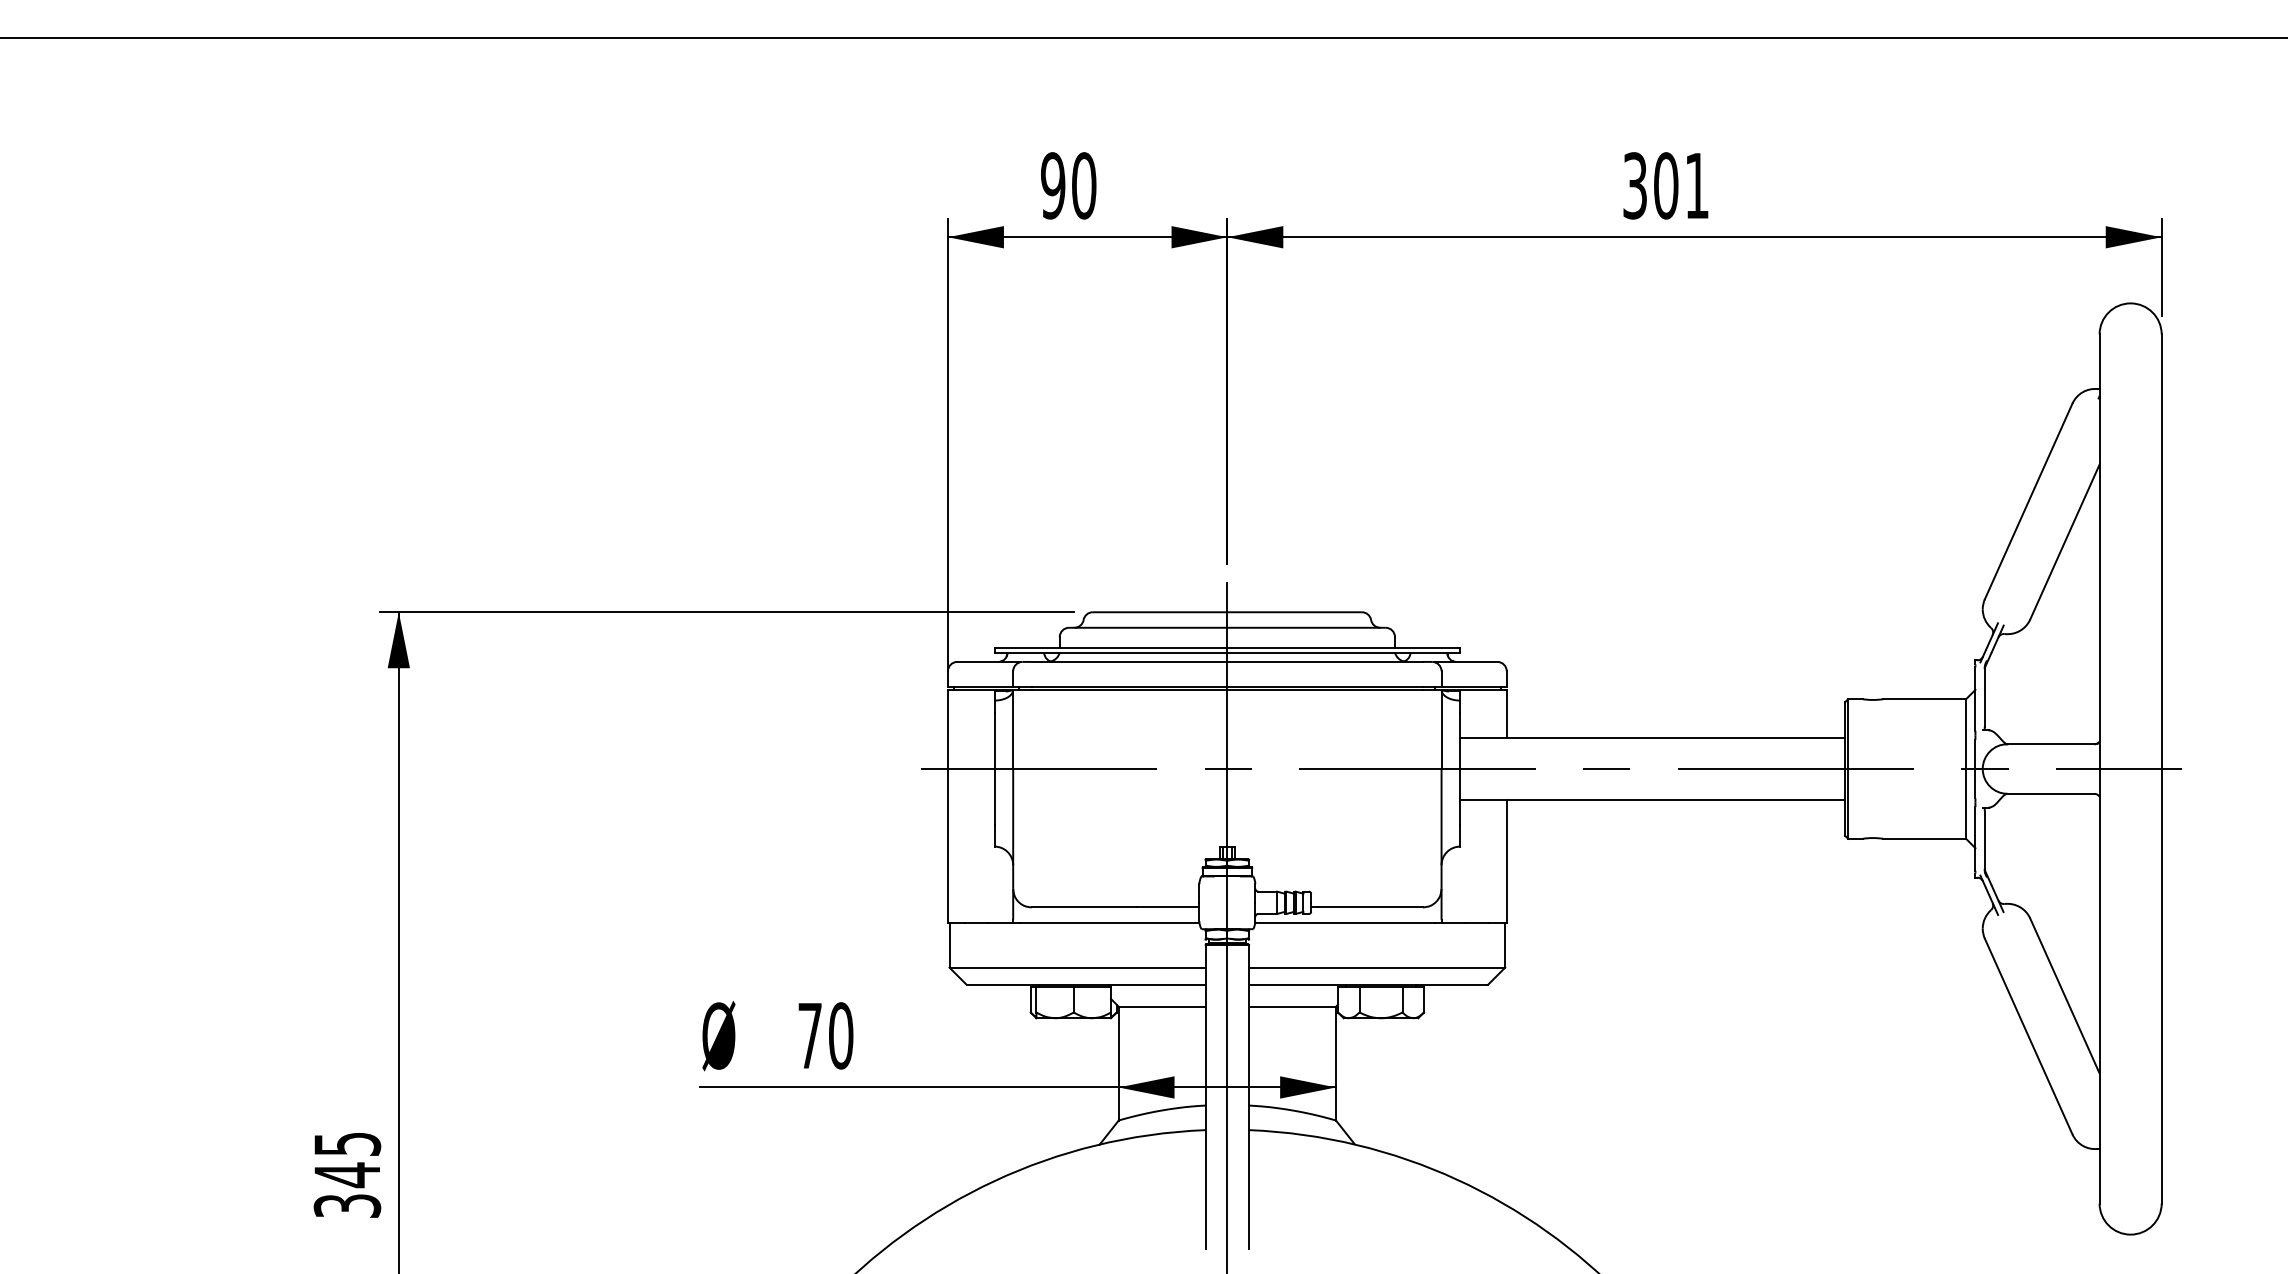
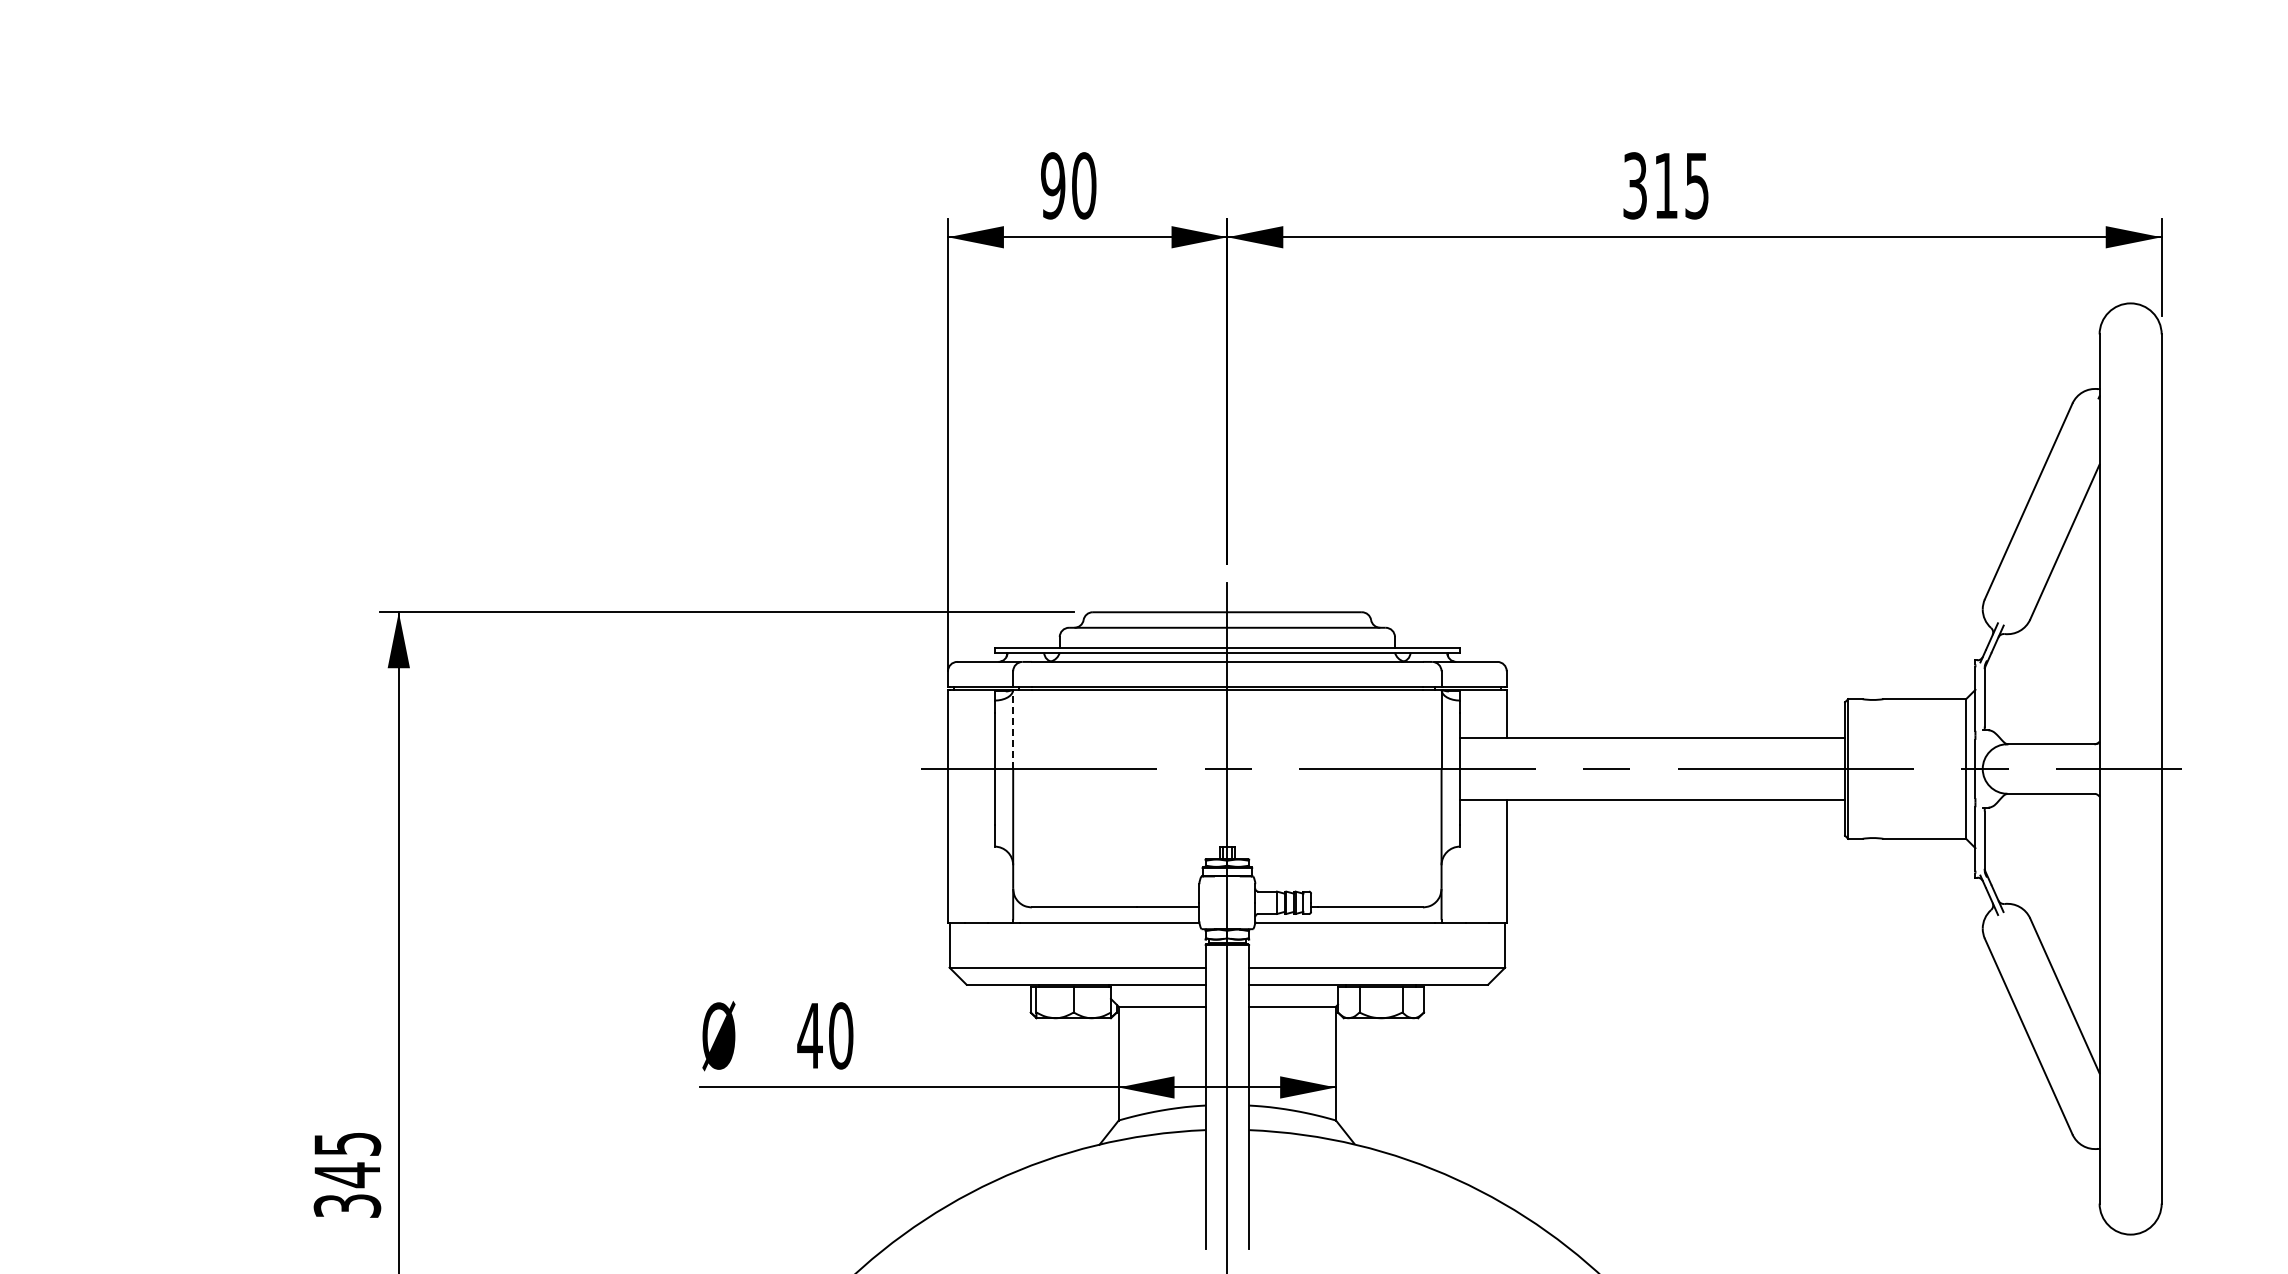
line at (1143, 38): present -> none
text at (1681, 185): 301 -> 315
line at (1013, 729): solid -> dashed
text at (809, 1035): 70 -> 40
